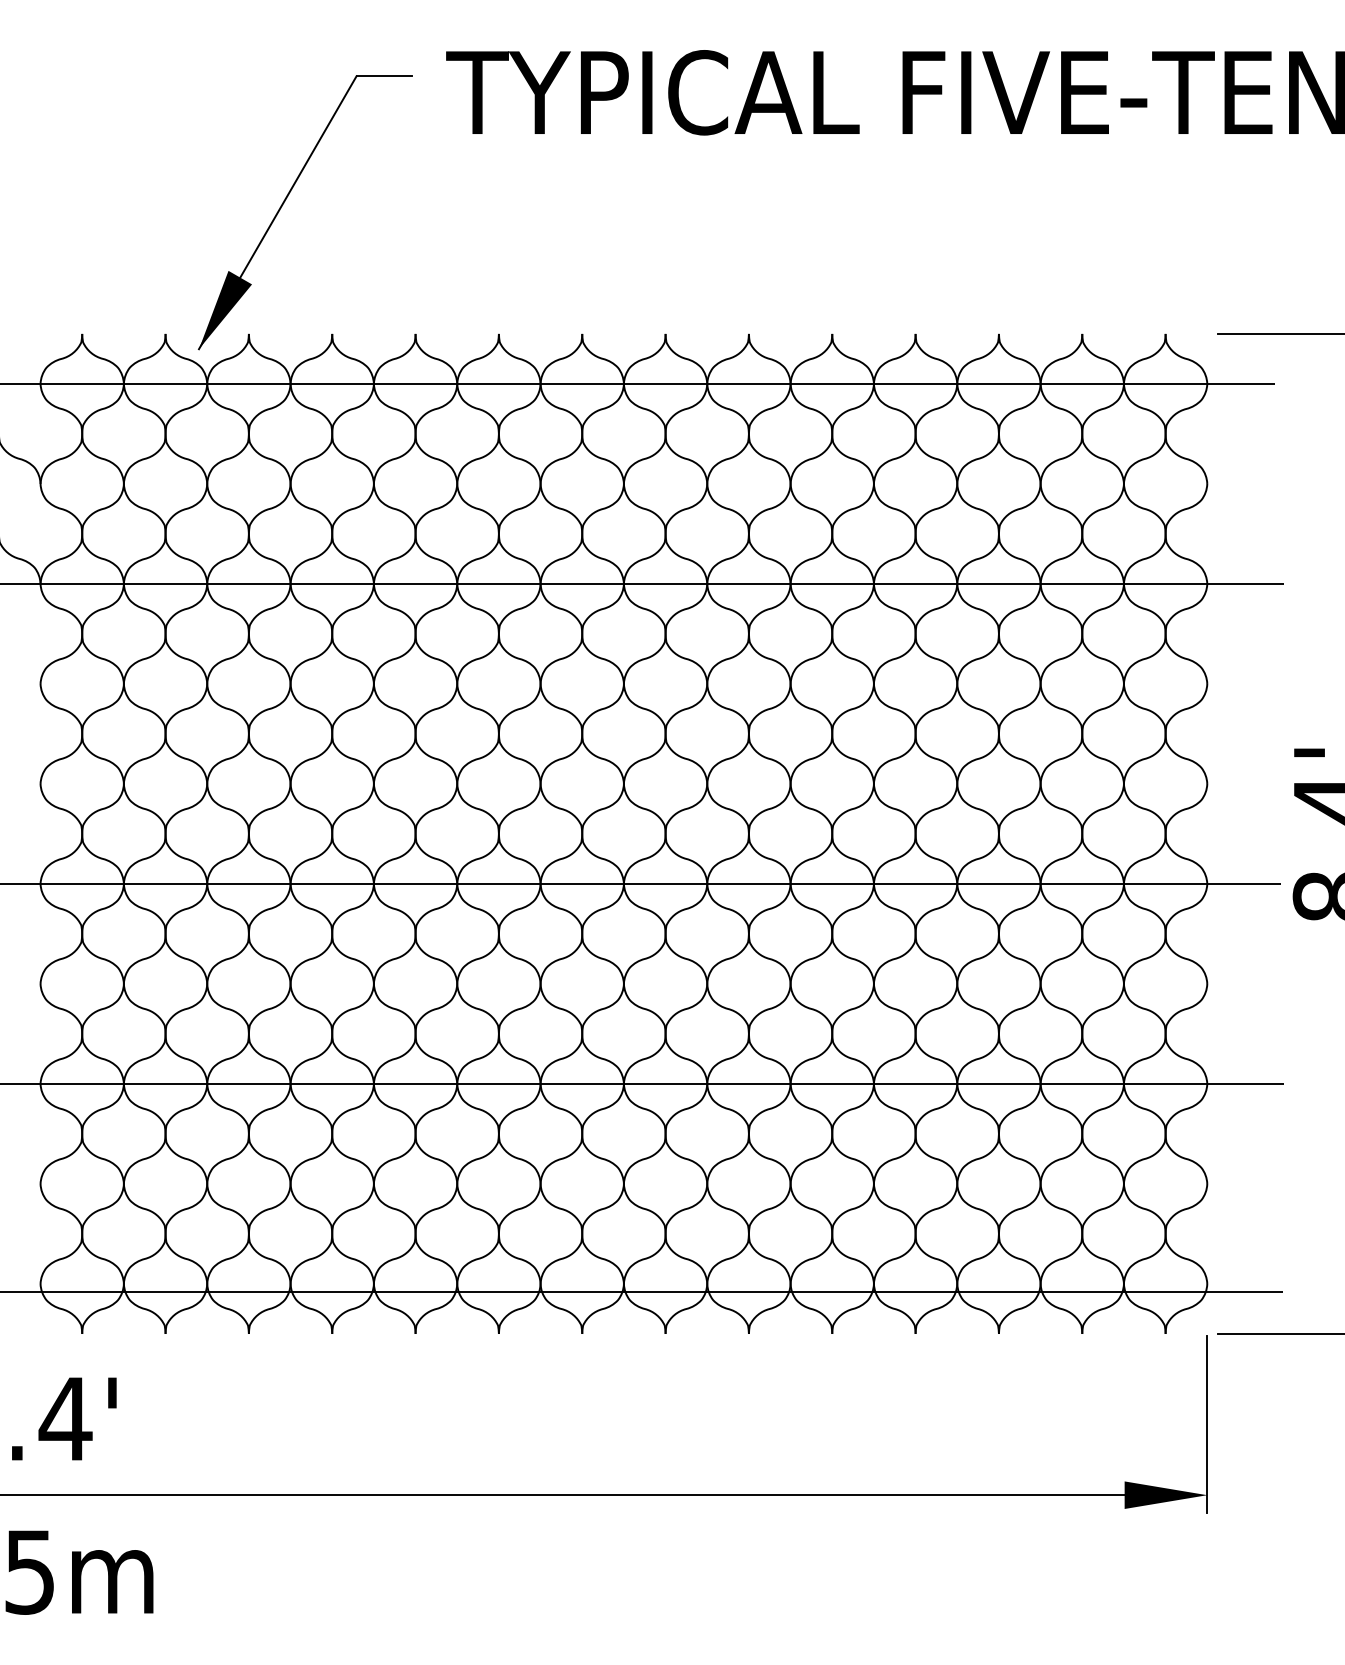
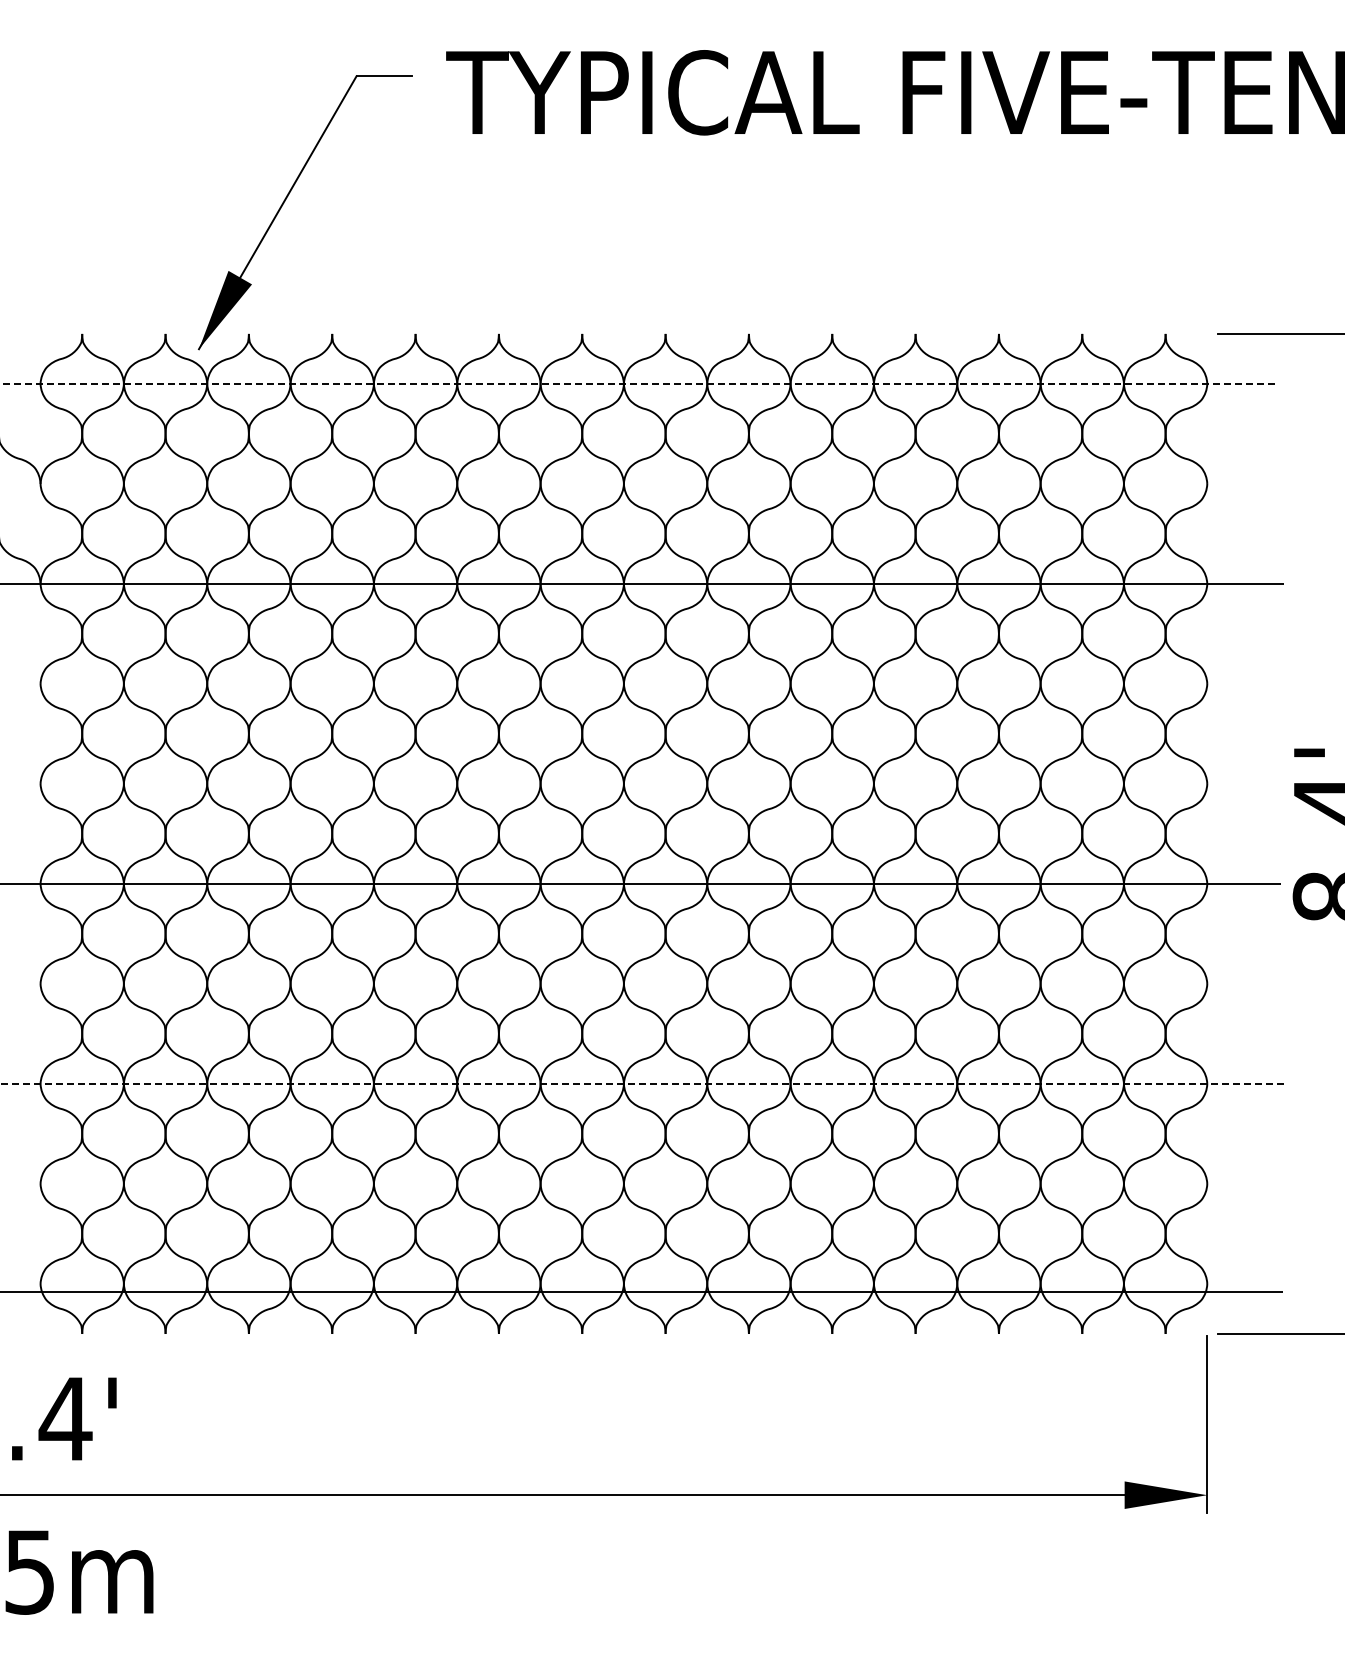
line at (637, 384): solid -> dashed
line at (642, 1083): solid -> dashed
